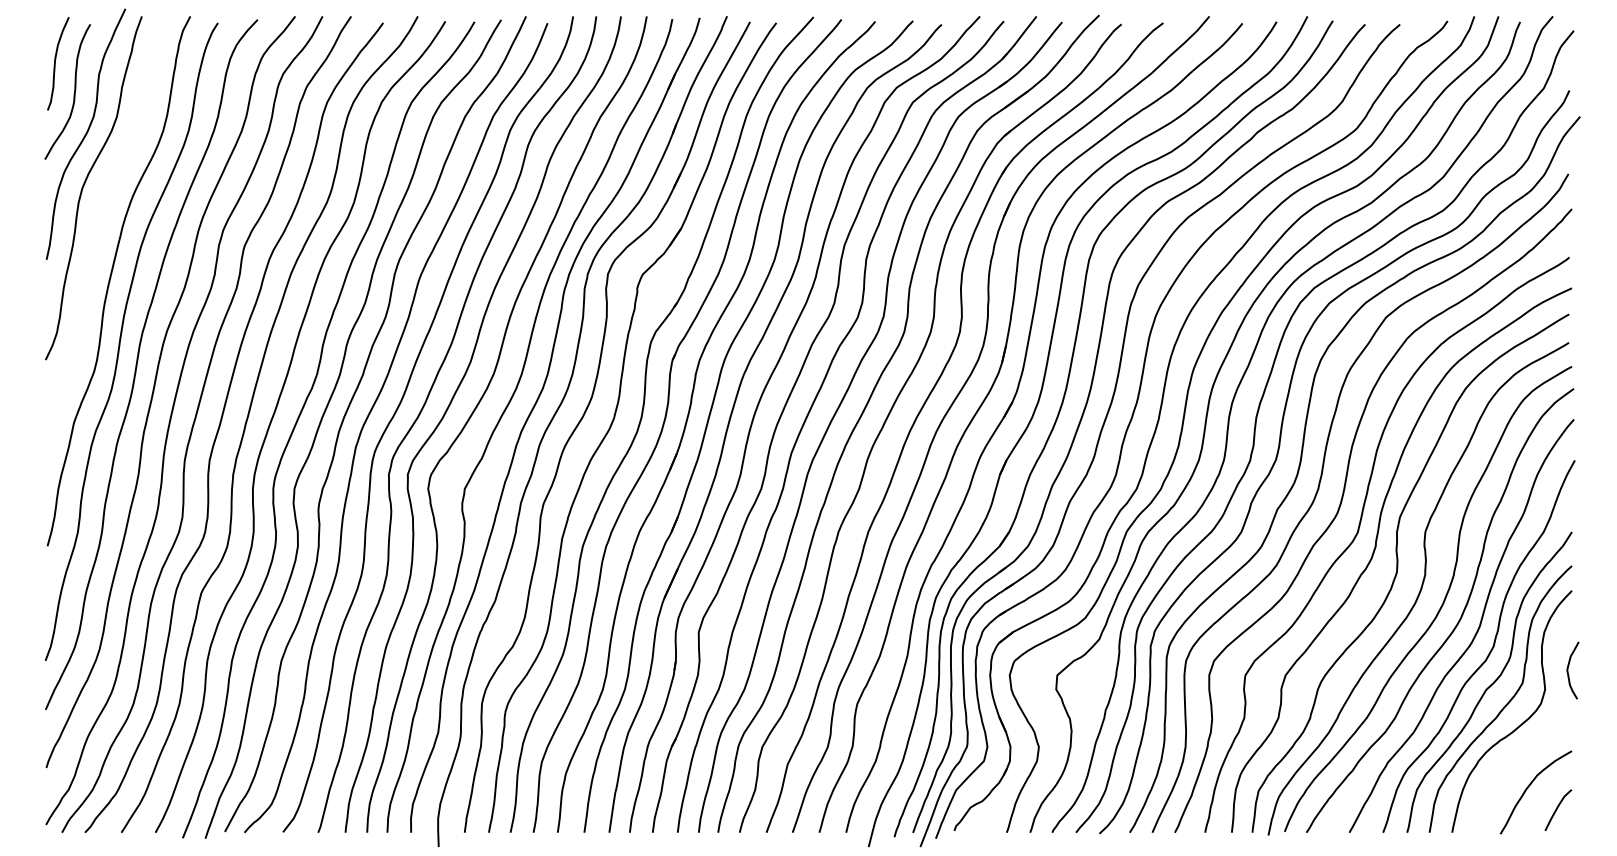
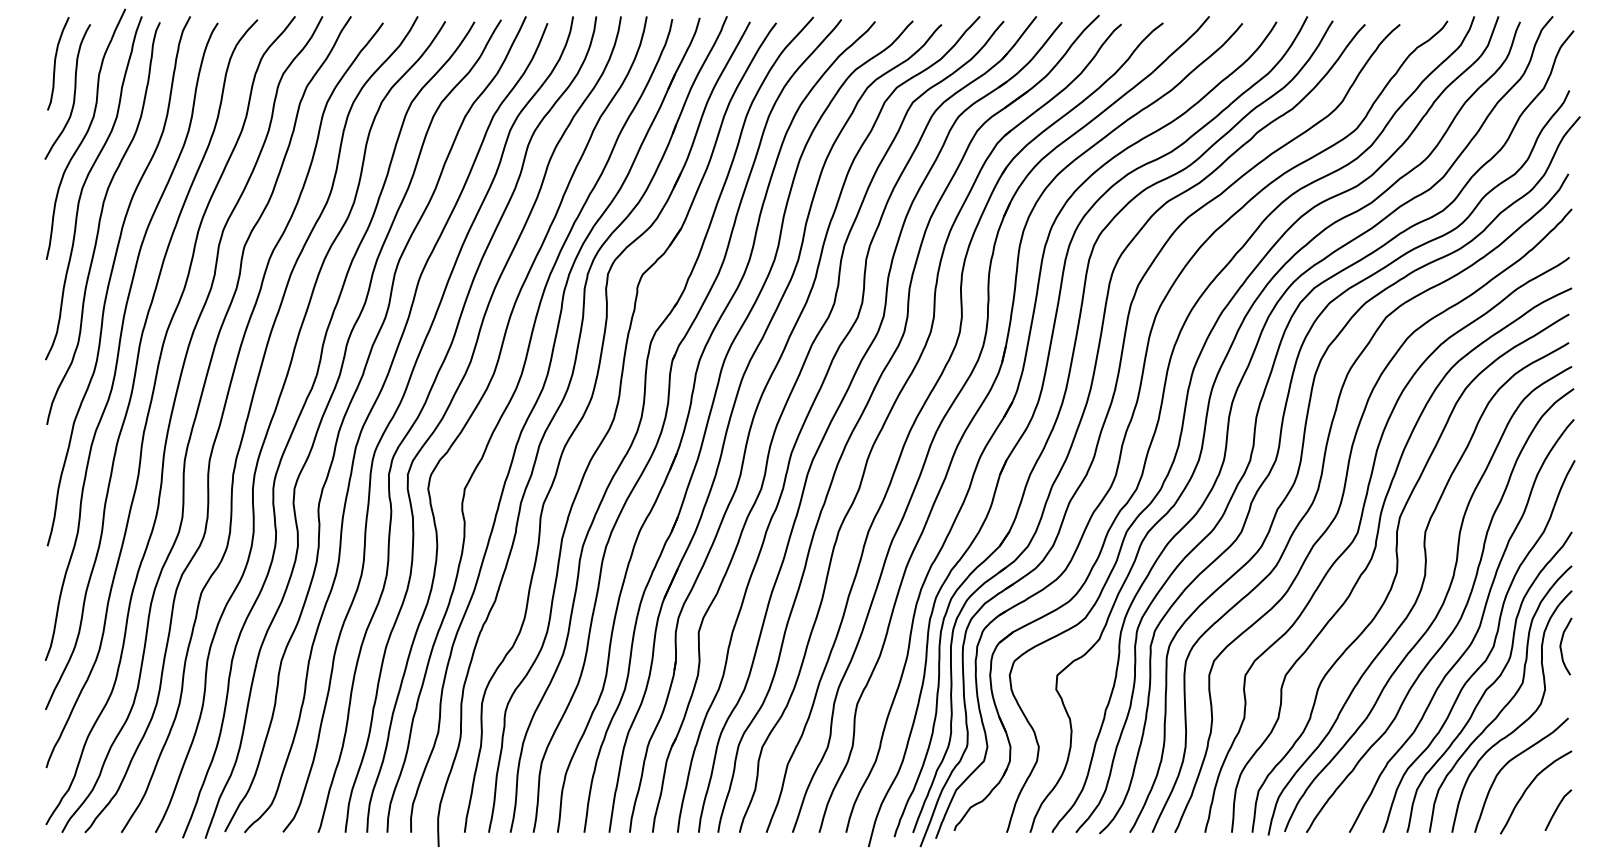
curve at (100, 223): none -> present
curve at (1568, 670) position: (1568, 670) -> (1561, 646)
curve at (1512, 760): none -> present
